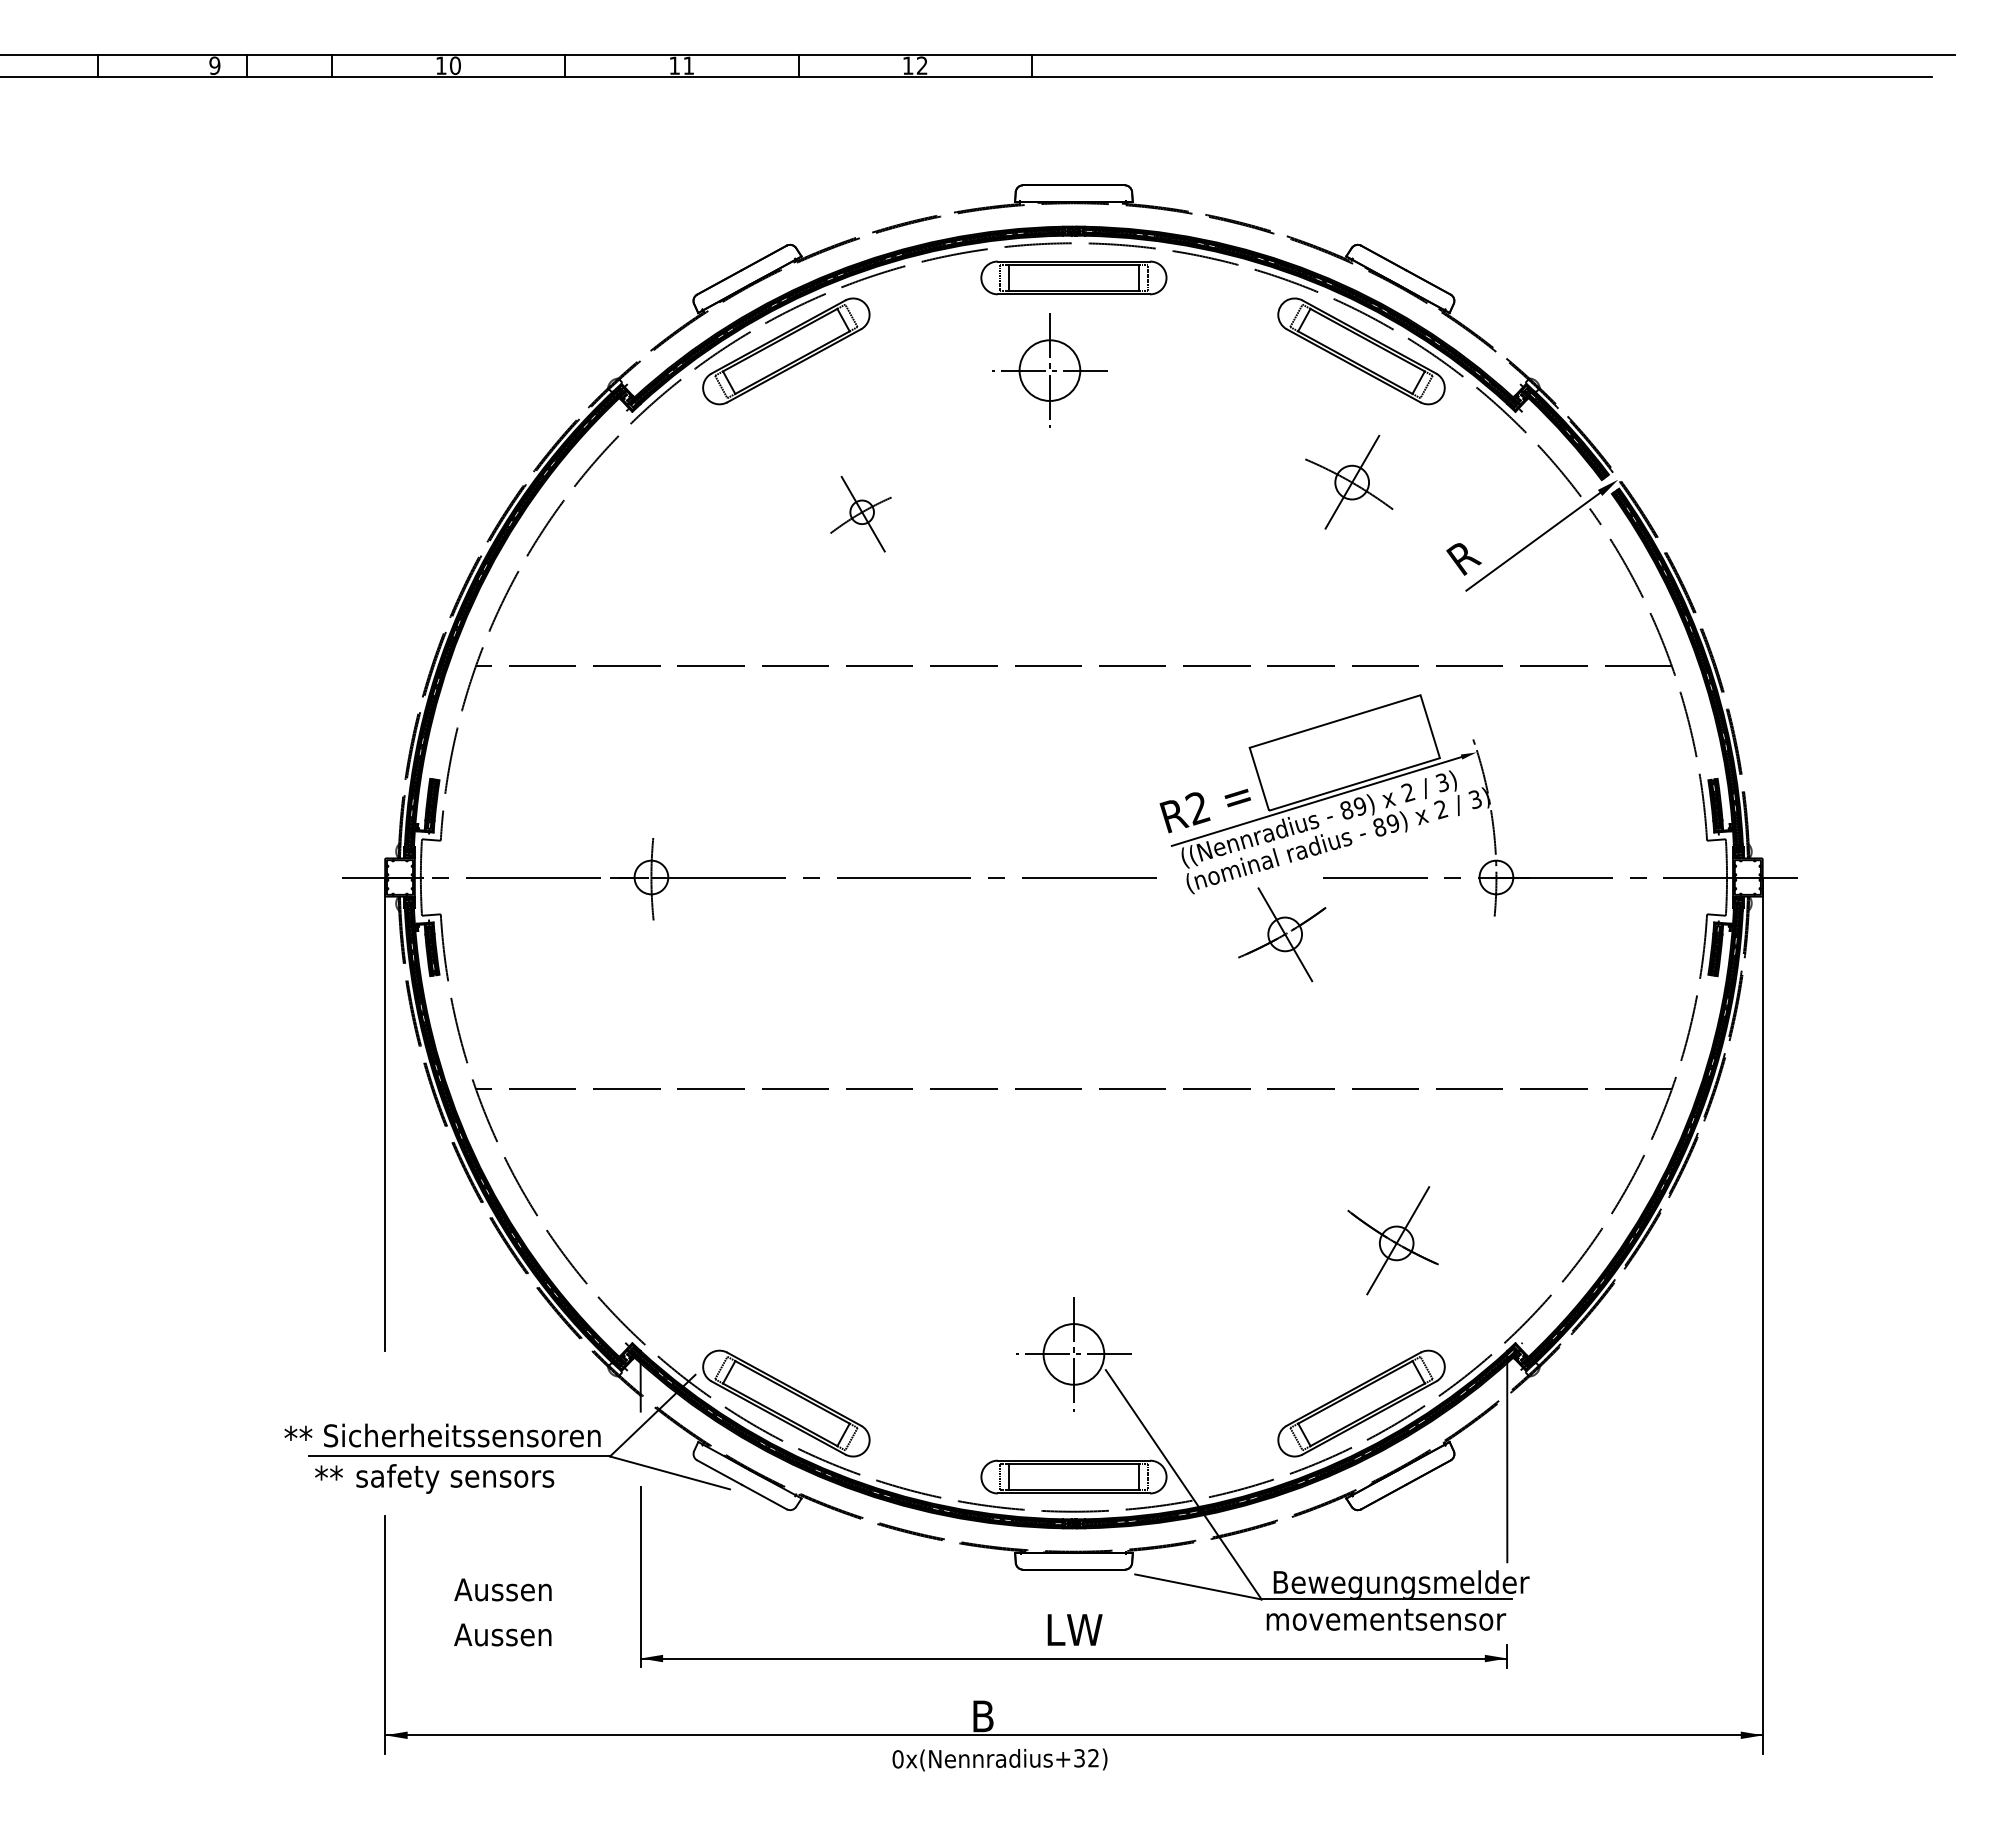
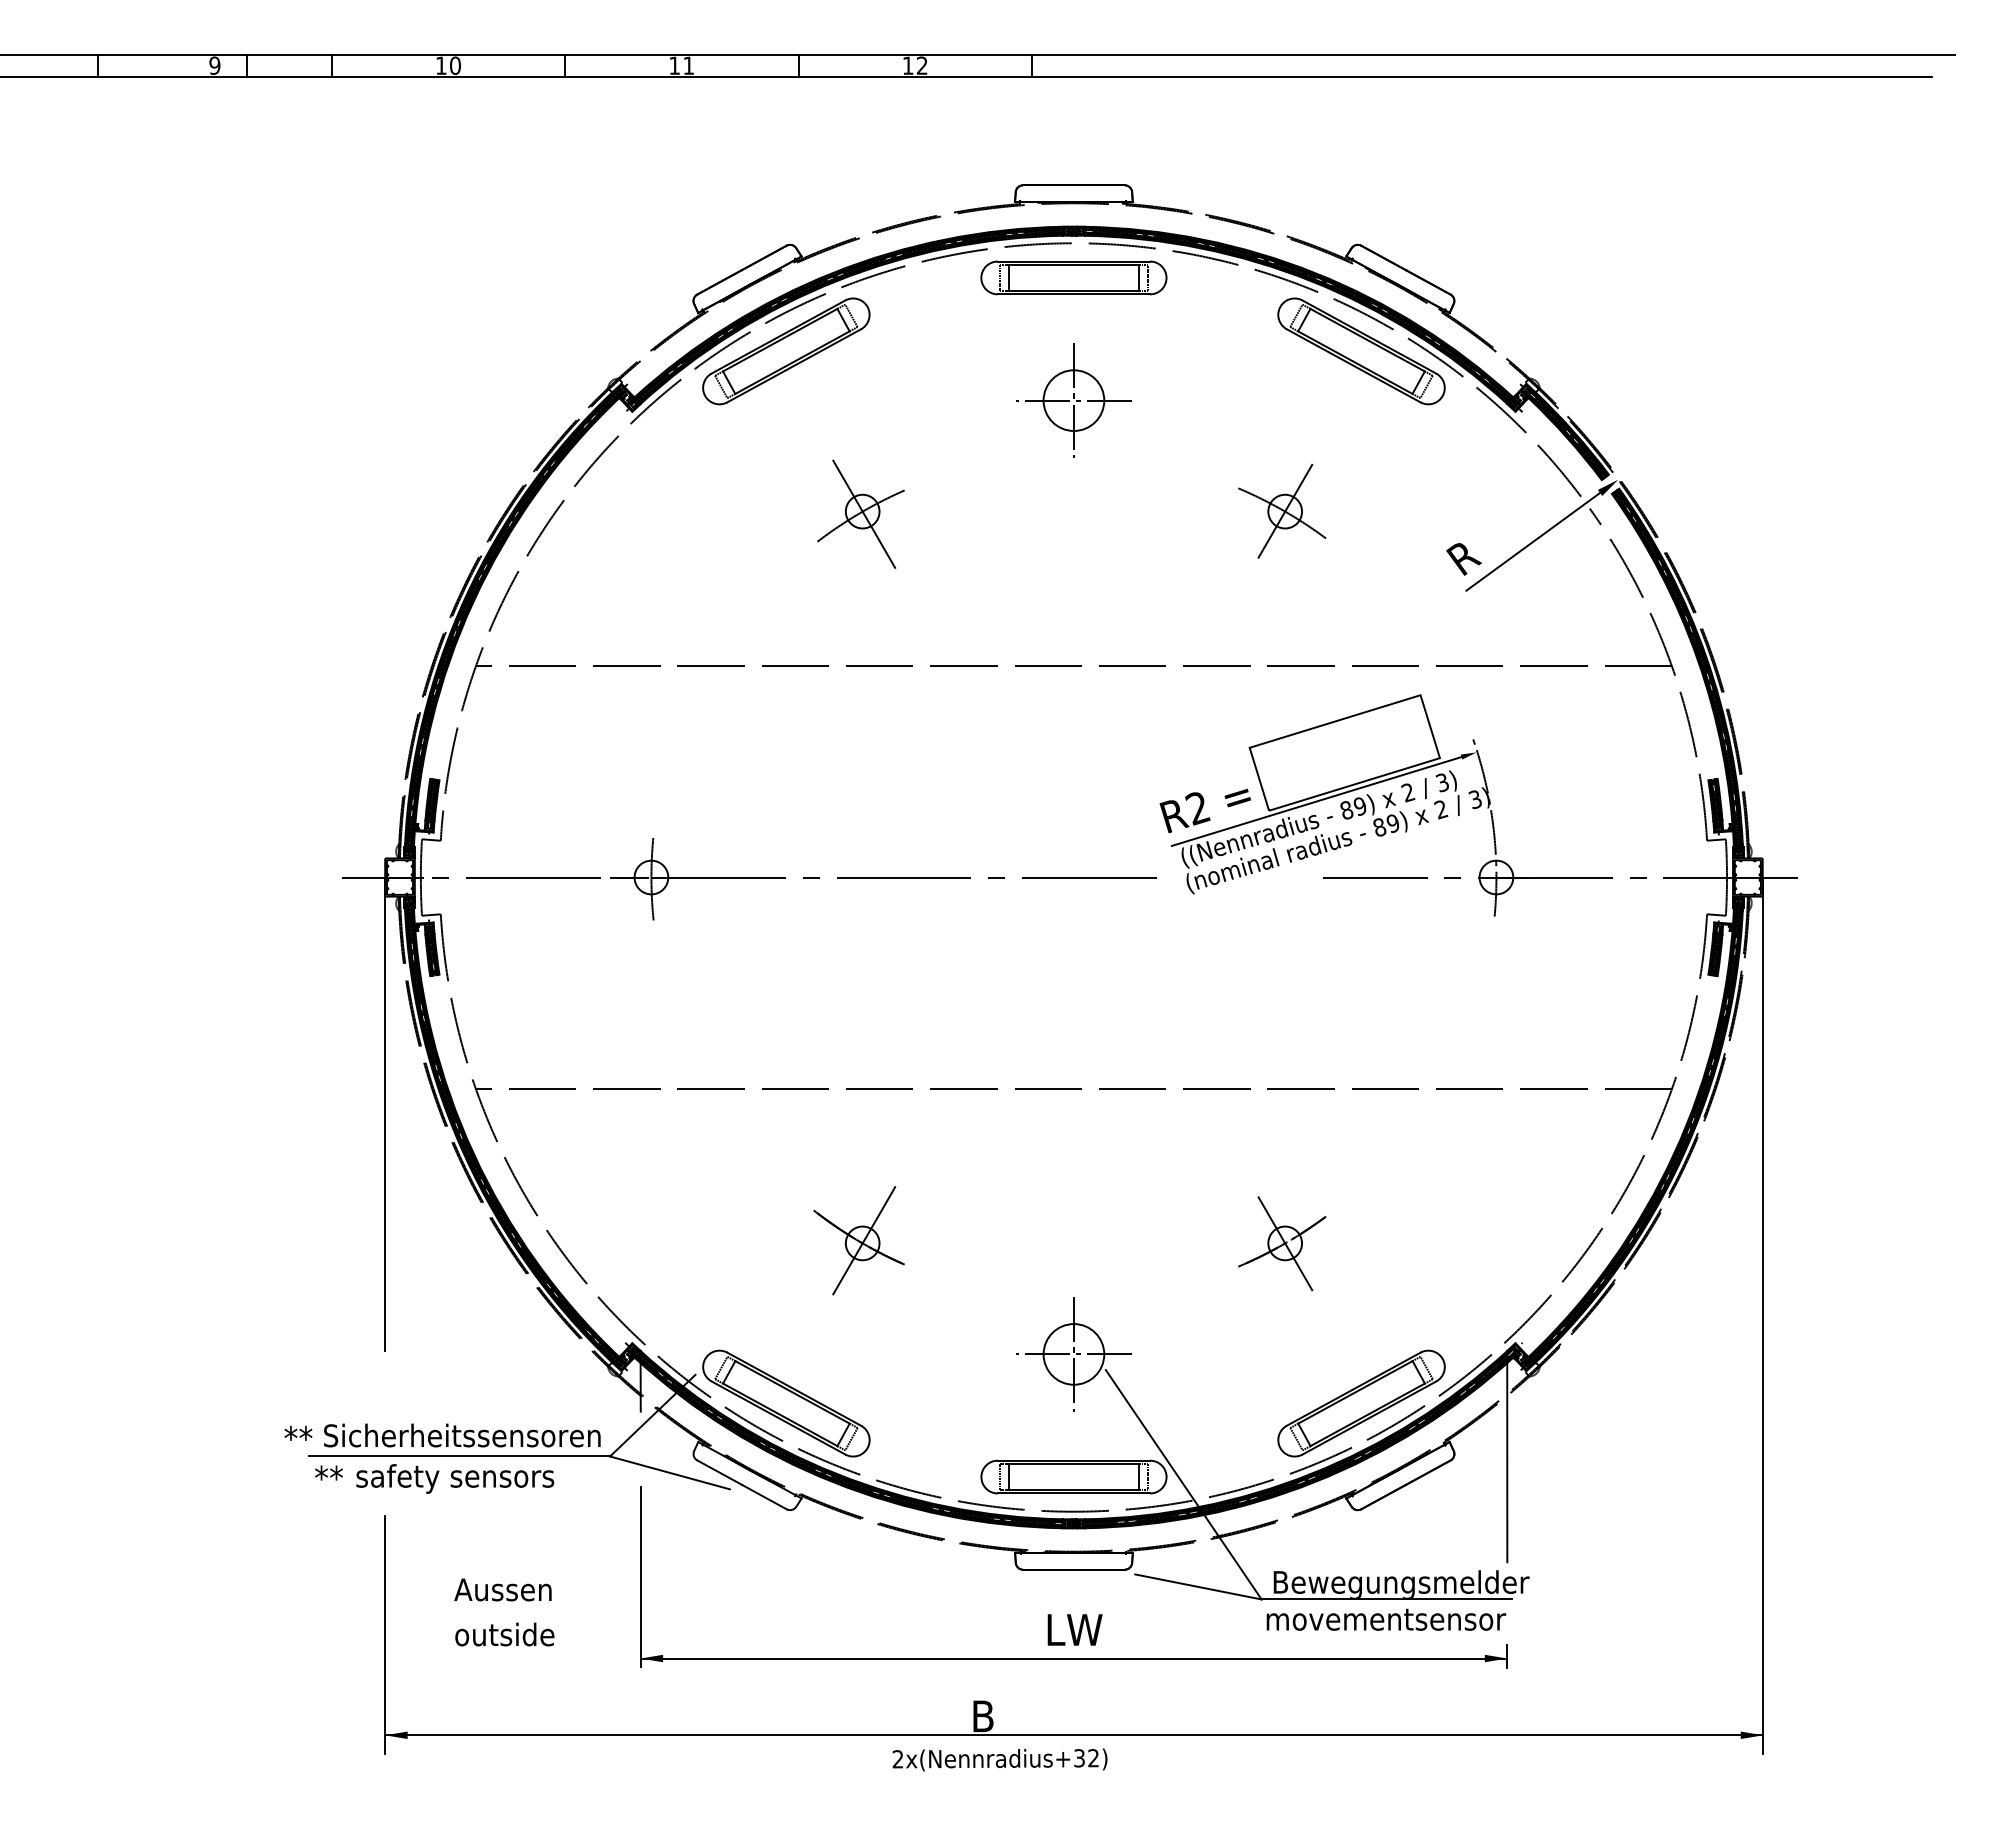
part at (1049, 370) position: (1049, 370) -> (1073, 400)
part at (1349, 482) position: (1349, 482) -> (1282, 511)
part at (860, 514) size: 62x77 px -> 88x110 px
part at (1282, 934) position: (1282, 934) -> (1282, 1243)
part at (1392, 1240) position: (1392, 1240) -> (858, 1240)
text at (504, 1634): Aussen -> outside
text at (897, 1759): 0x(Nennradius+32) -> 2x(Nennradius+32)
